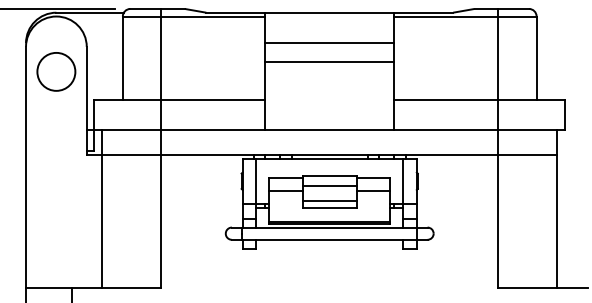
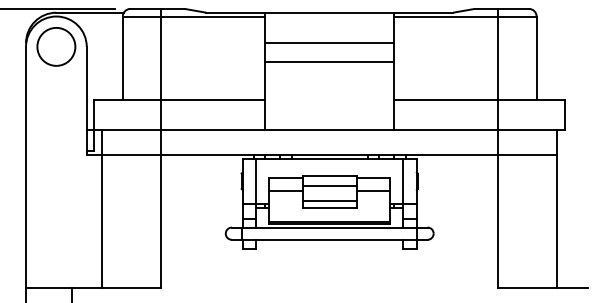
circle at (56, 71) position: (56, 71) -> (56, 46)
